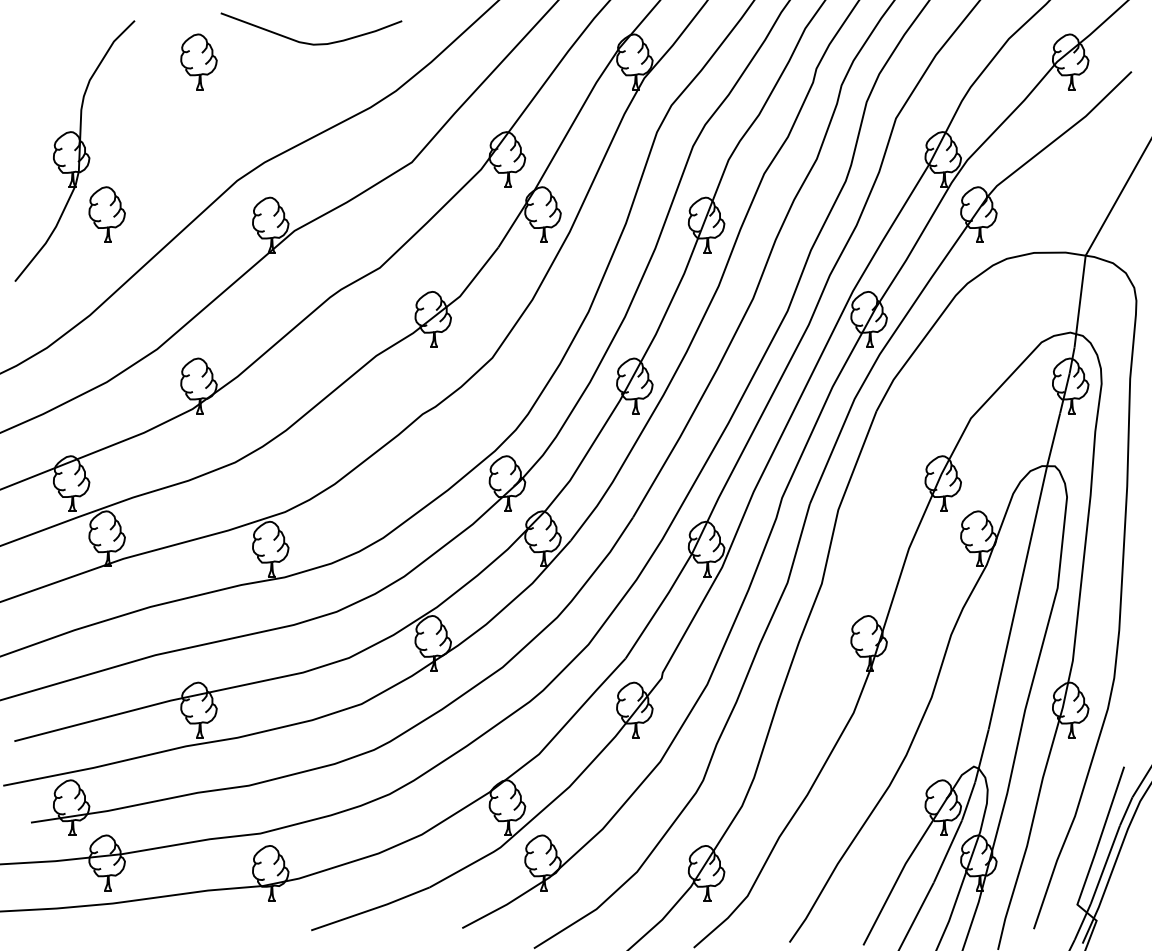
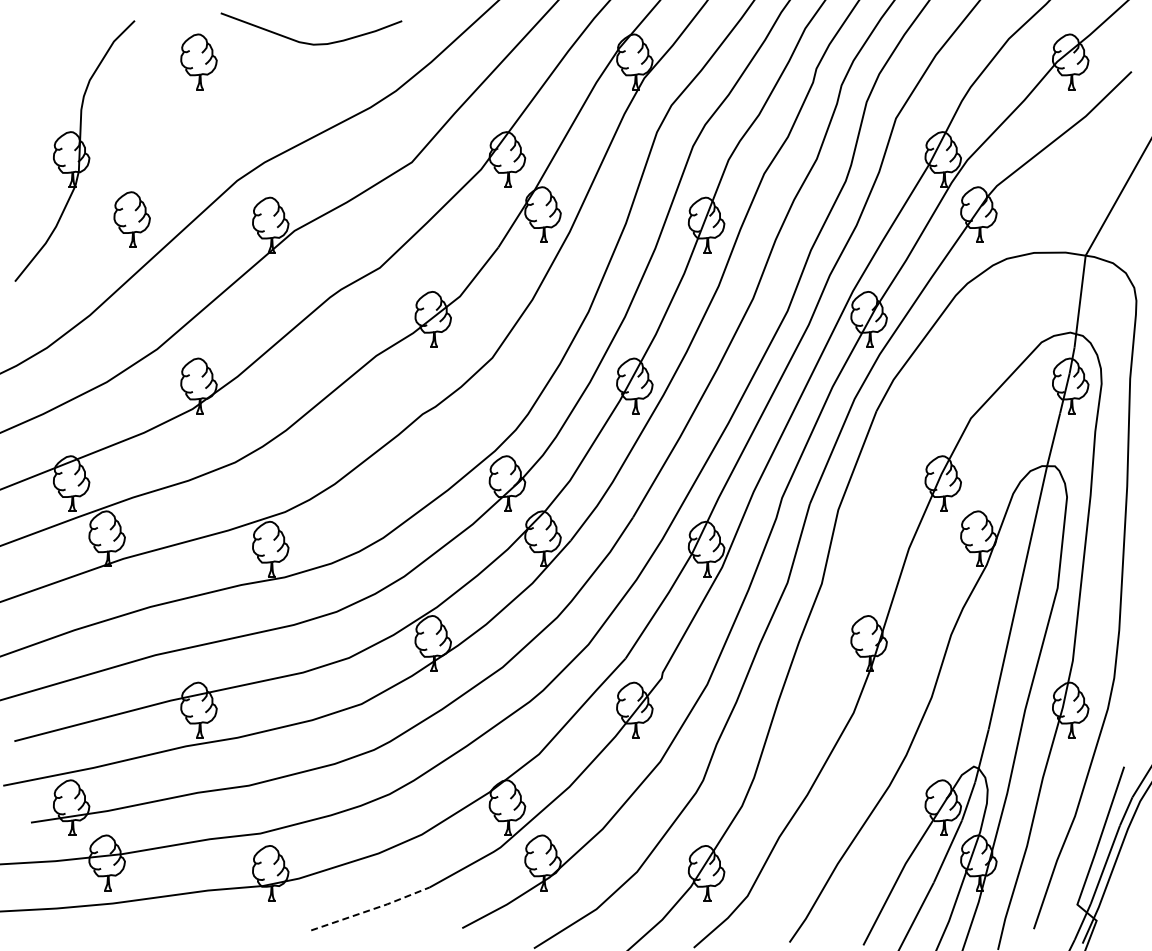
part at (106, 214) position: (106, 214) -> (131, 219)
line at (371, 909): solid -> dashed
